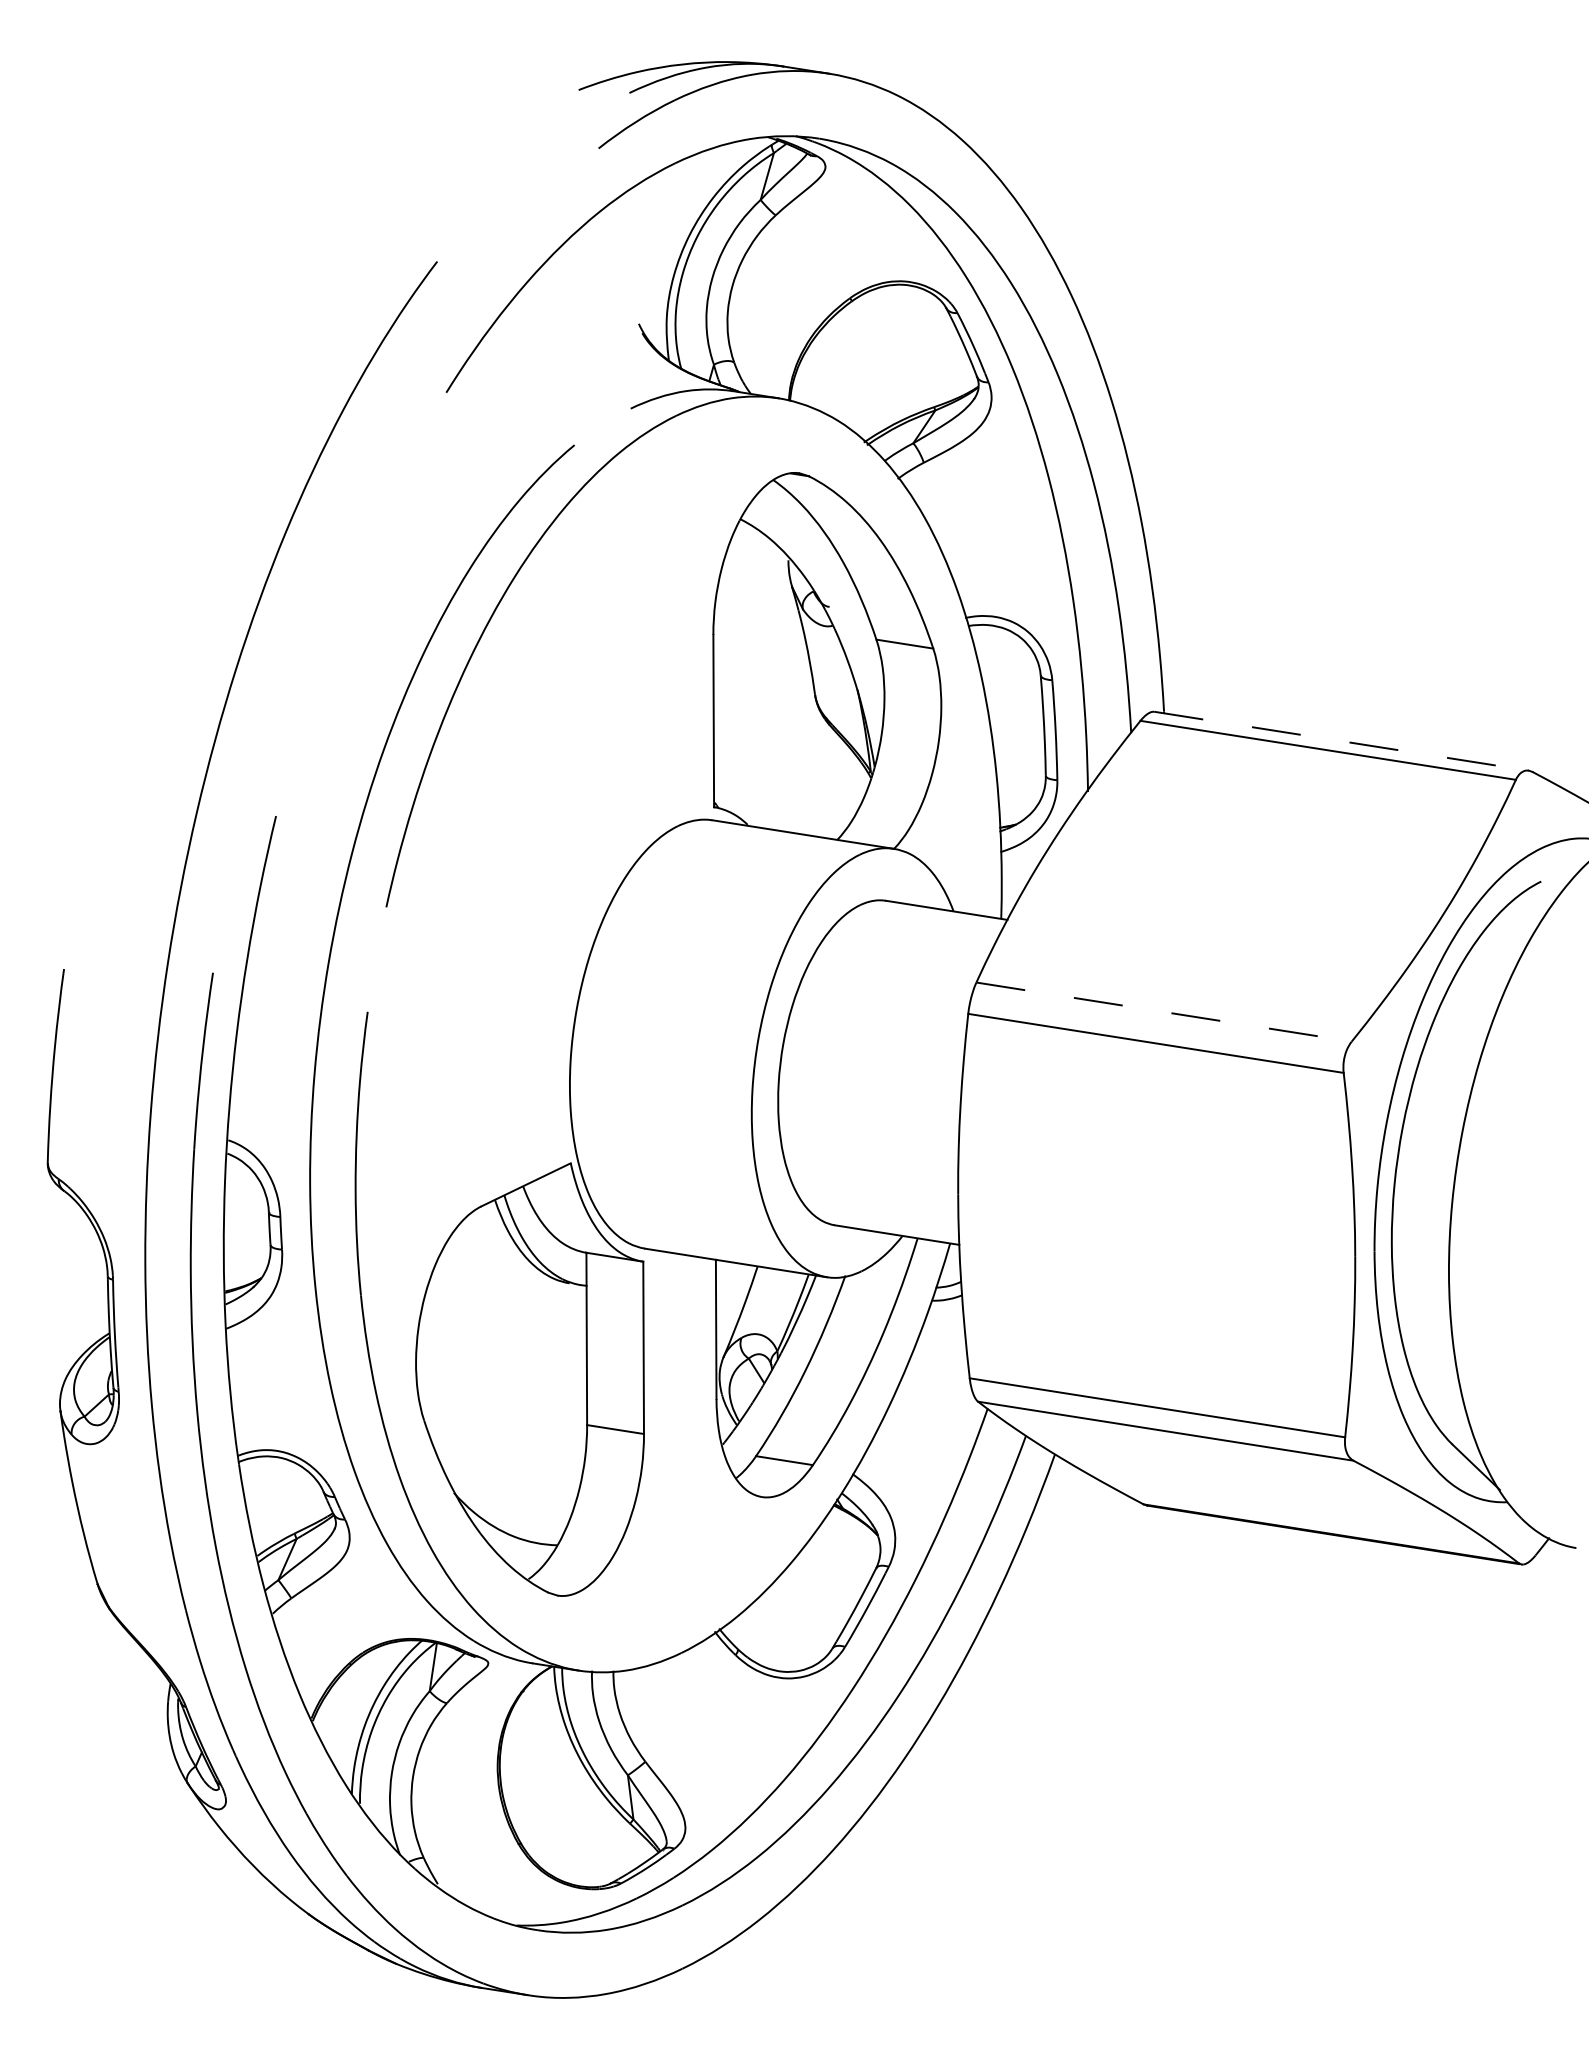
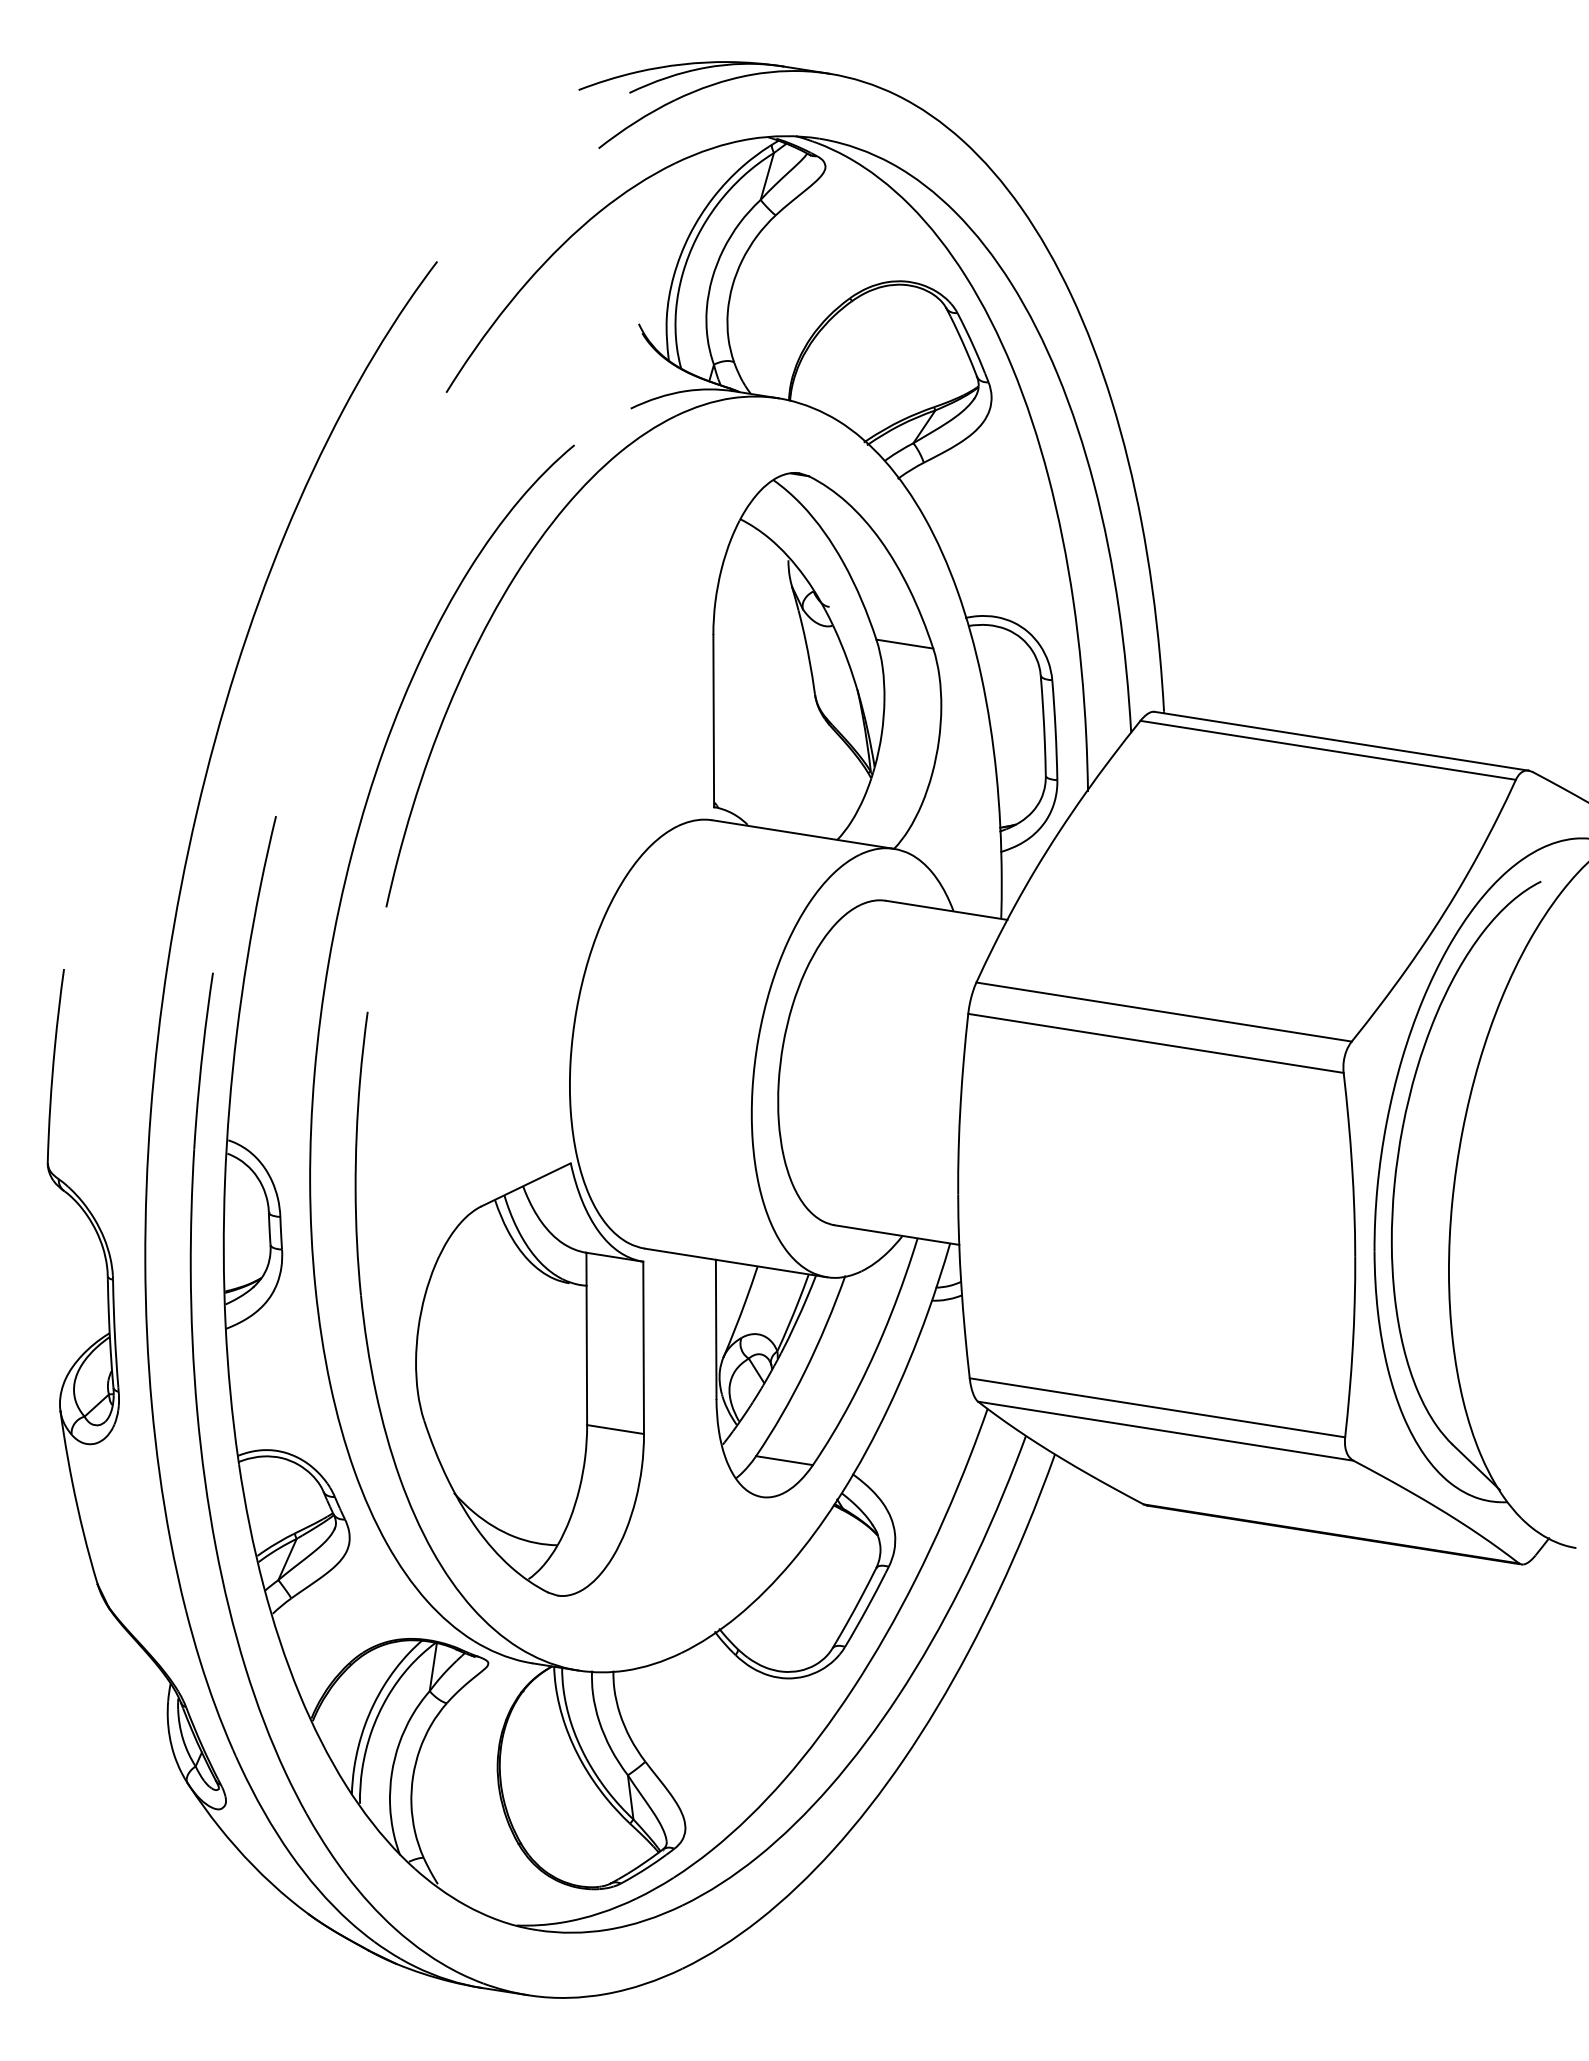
line at (1341, 741): dashed -> solid
line at (1164, 1012): dashed -> solid
